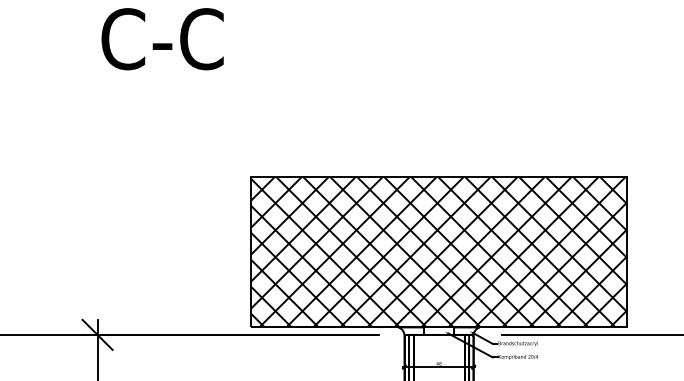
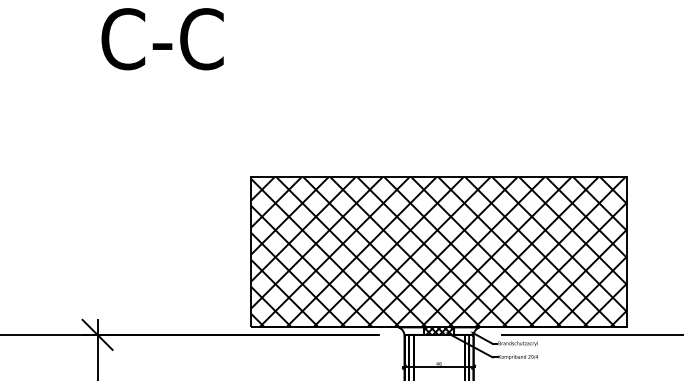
hatch at (439, 330): none -> present
